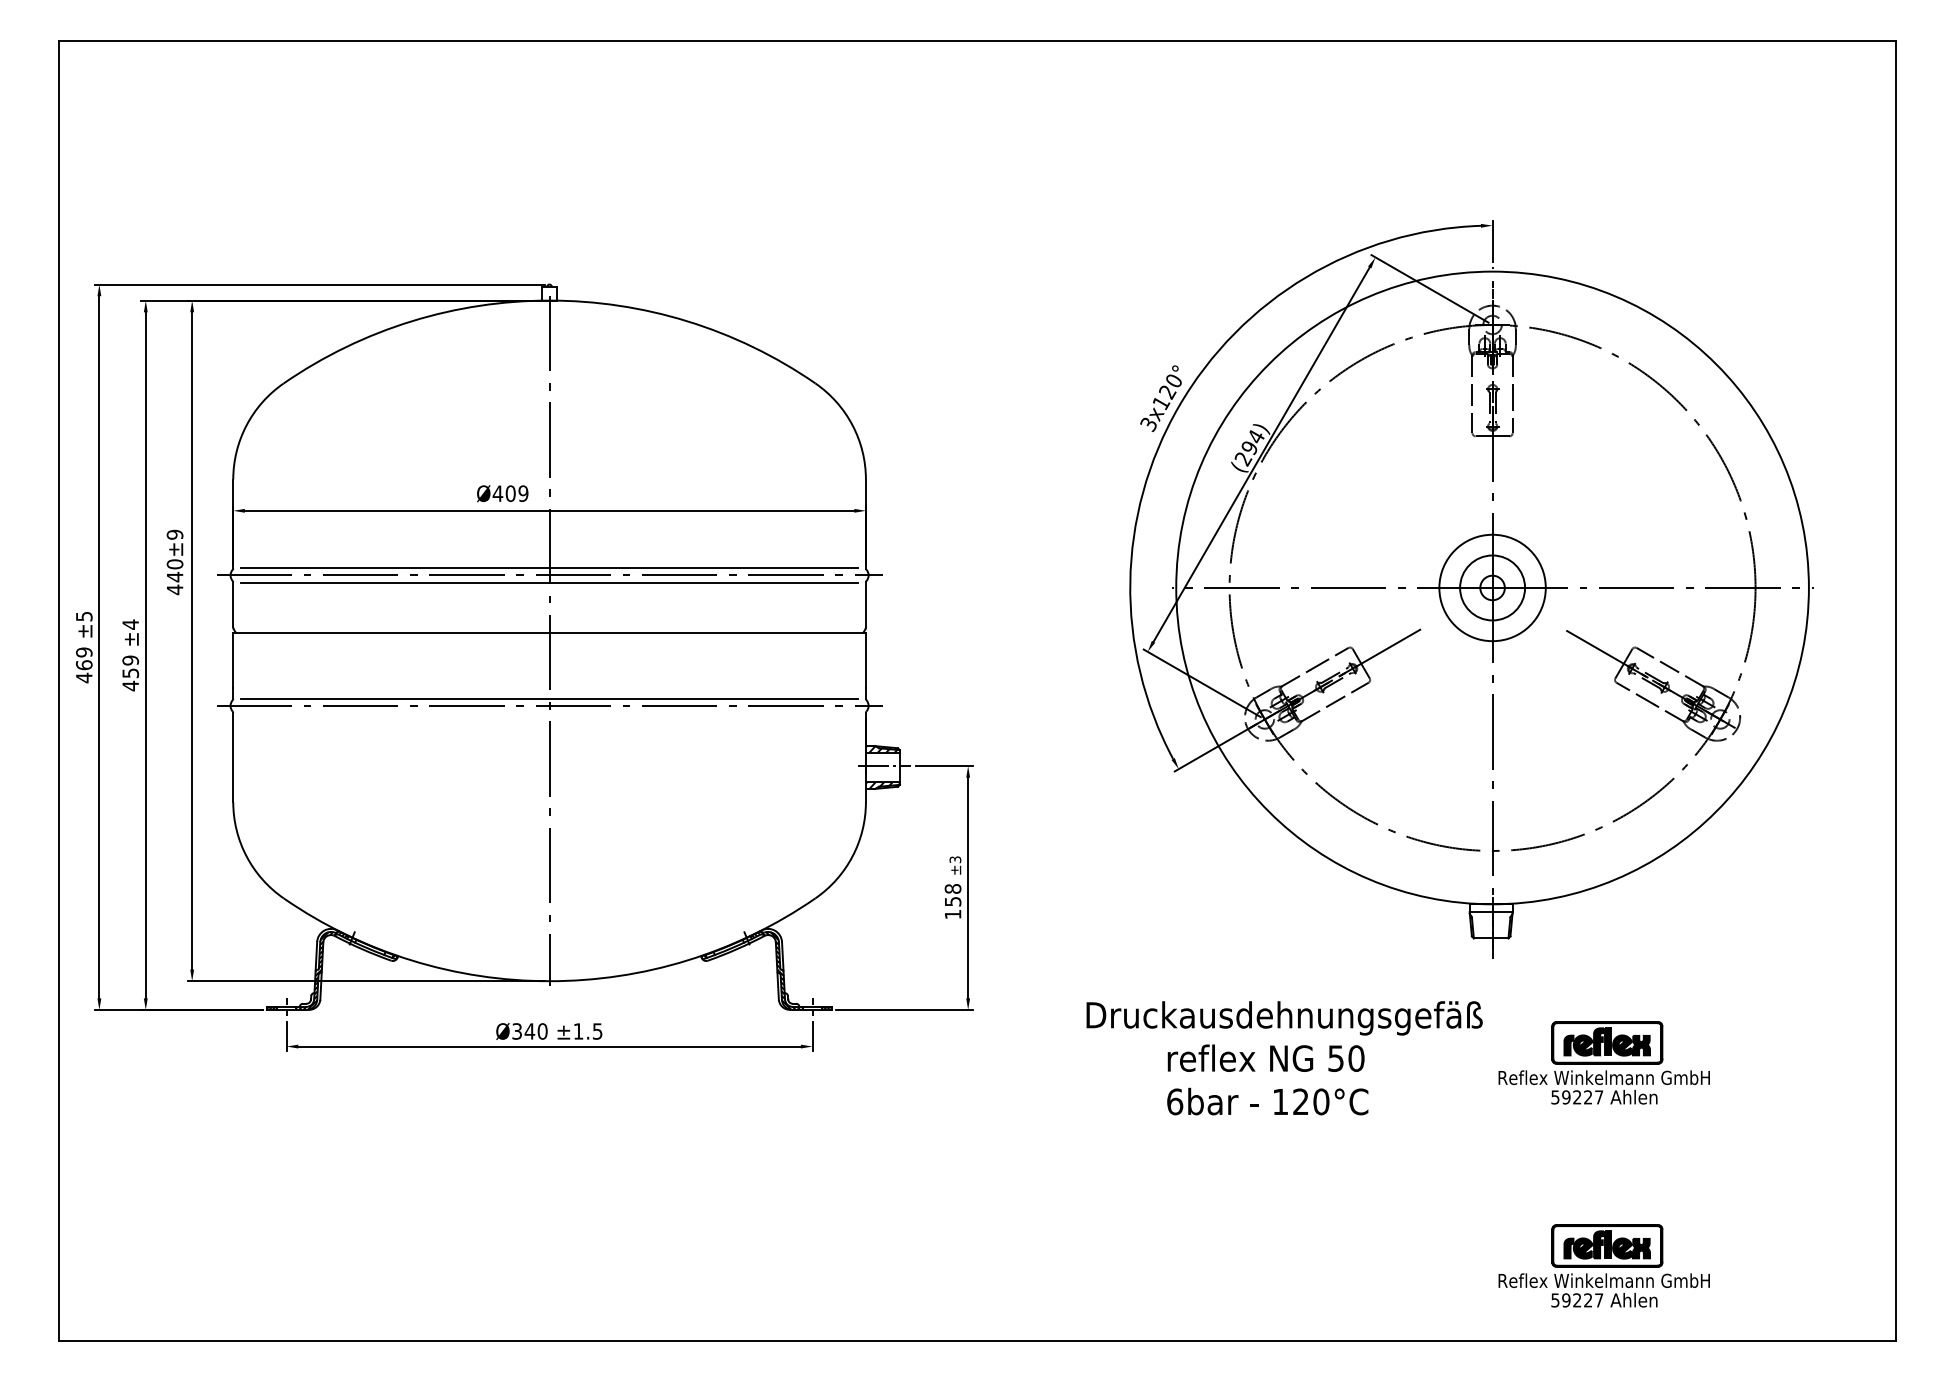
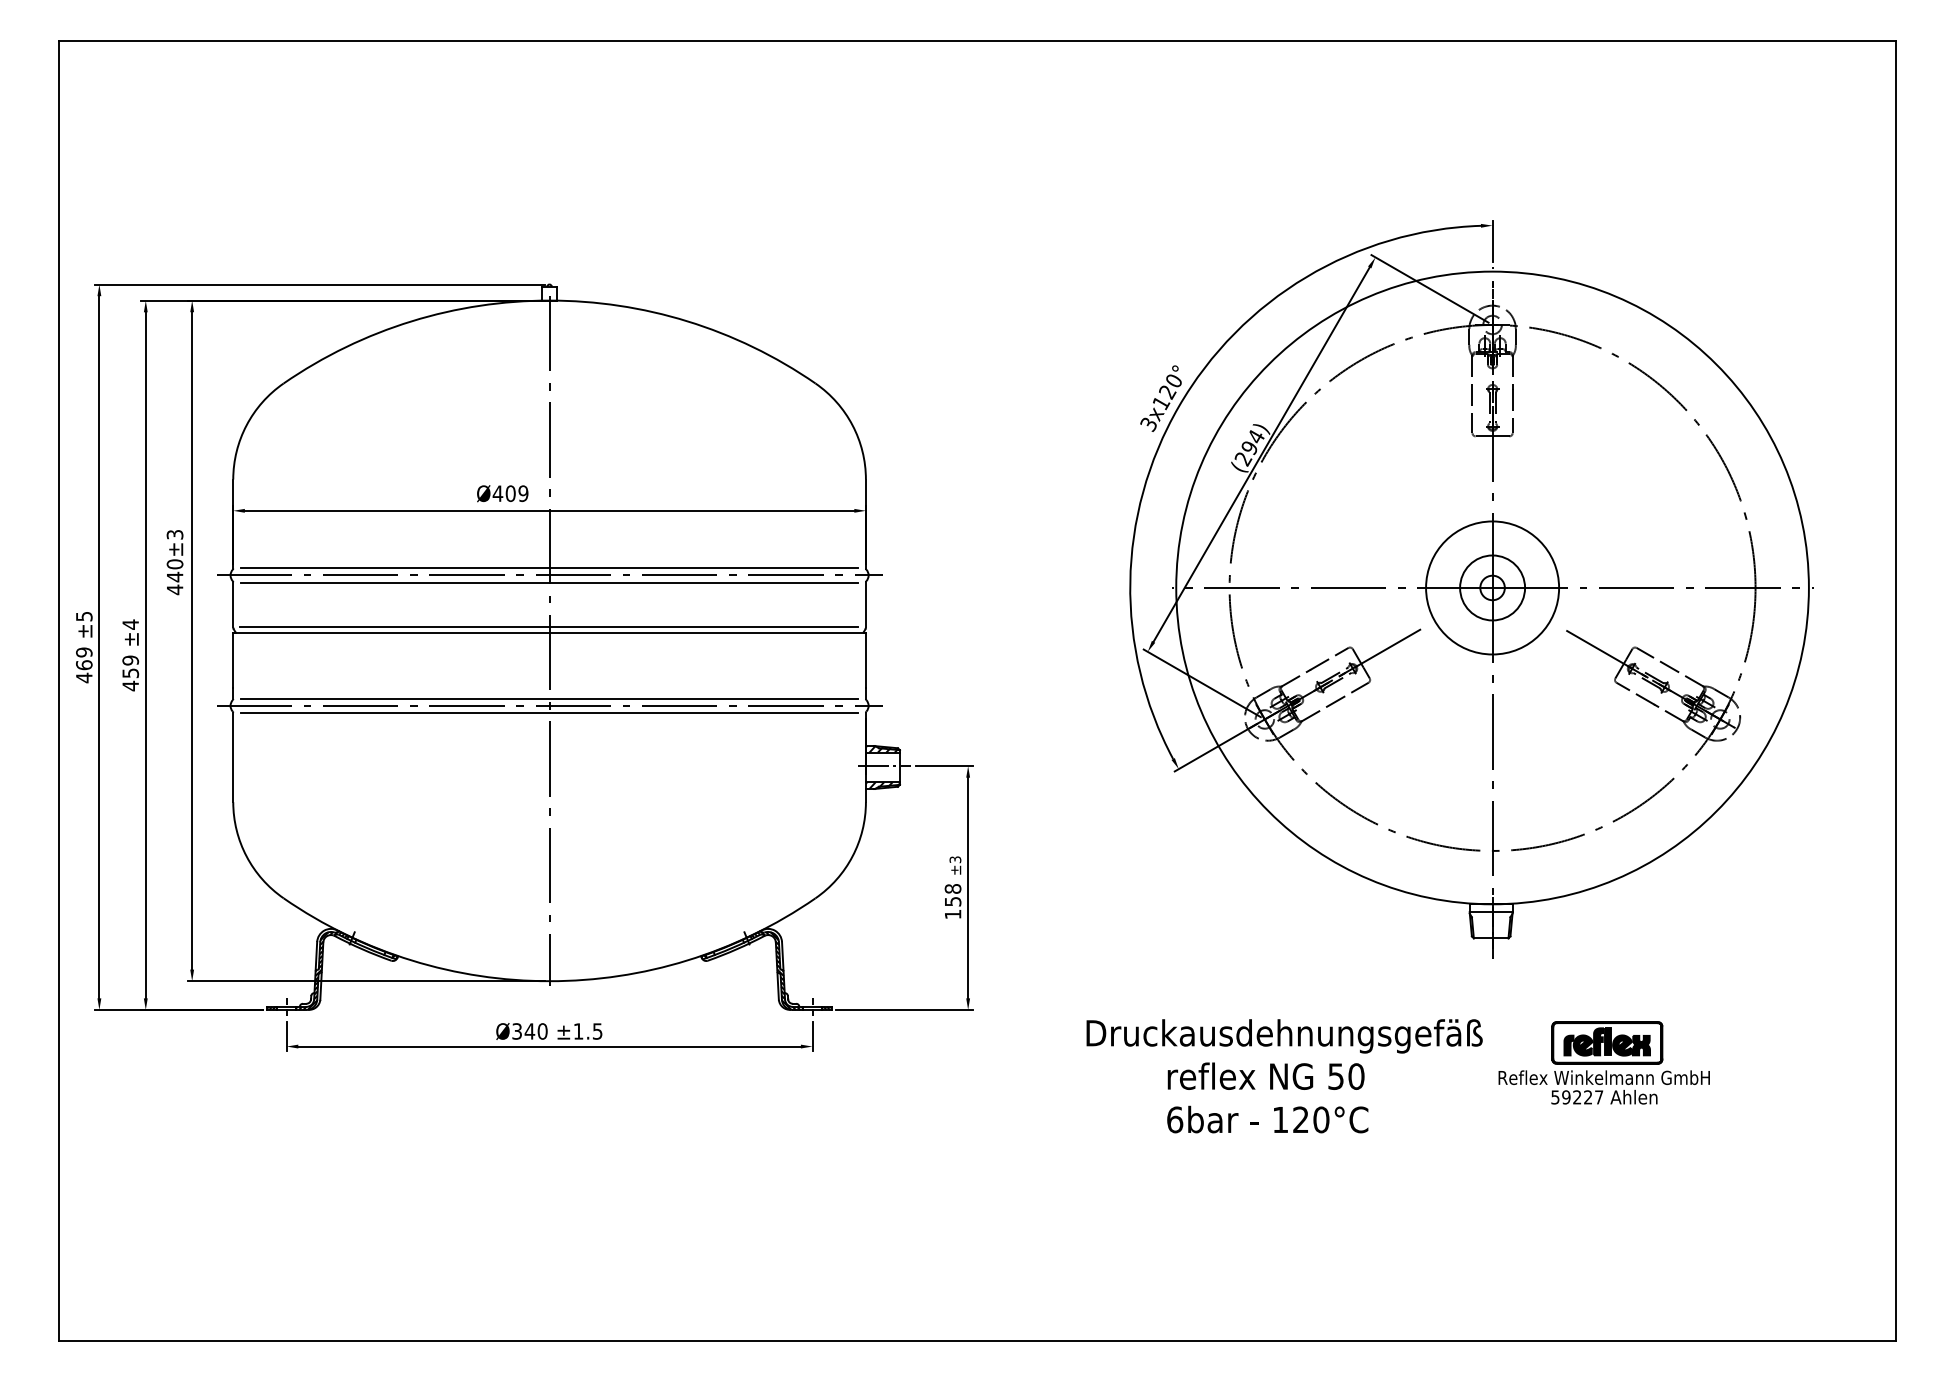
text at (174, 534): 440±9 -> 440±3
circle at (1492, 587) diameter: 106 px -> 133 px
line at (548, 627): none -> present
line at (549, 713): none -> present
text at (1284, 1058) position: (1284, 1058) -> (1284, 1076)
part at (1603, 1265): present -> none
